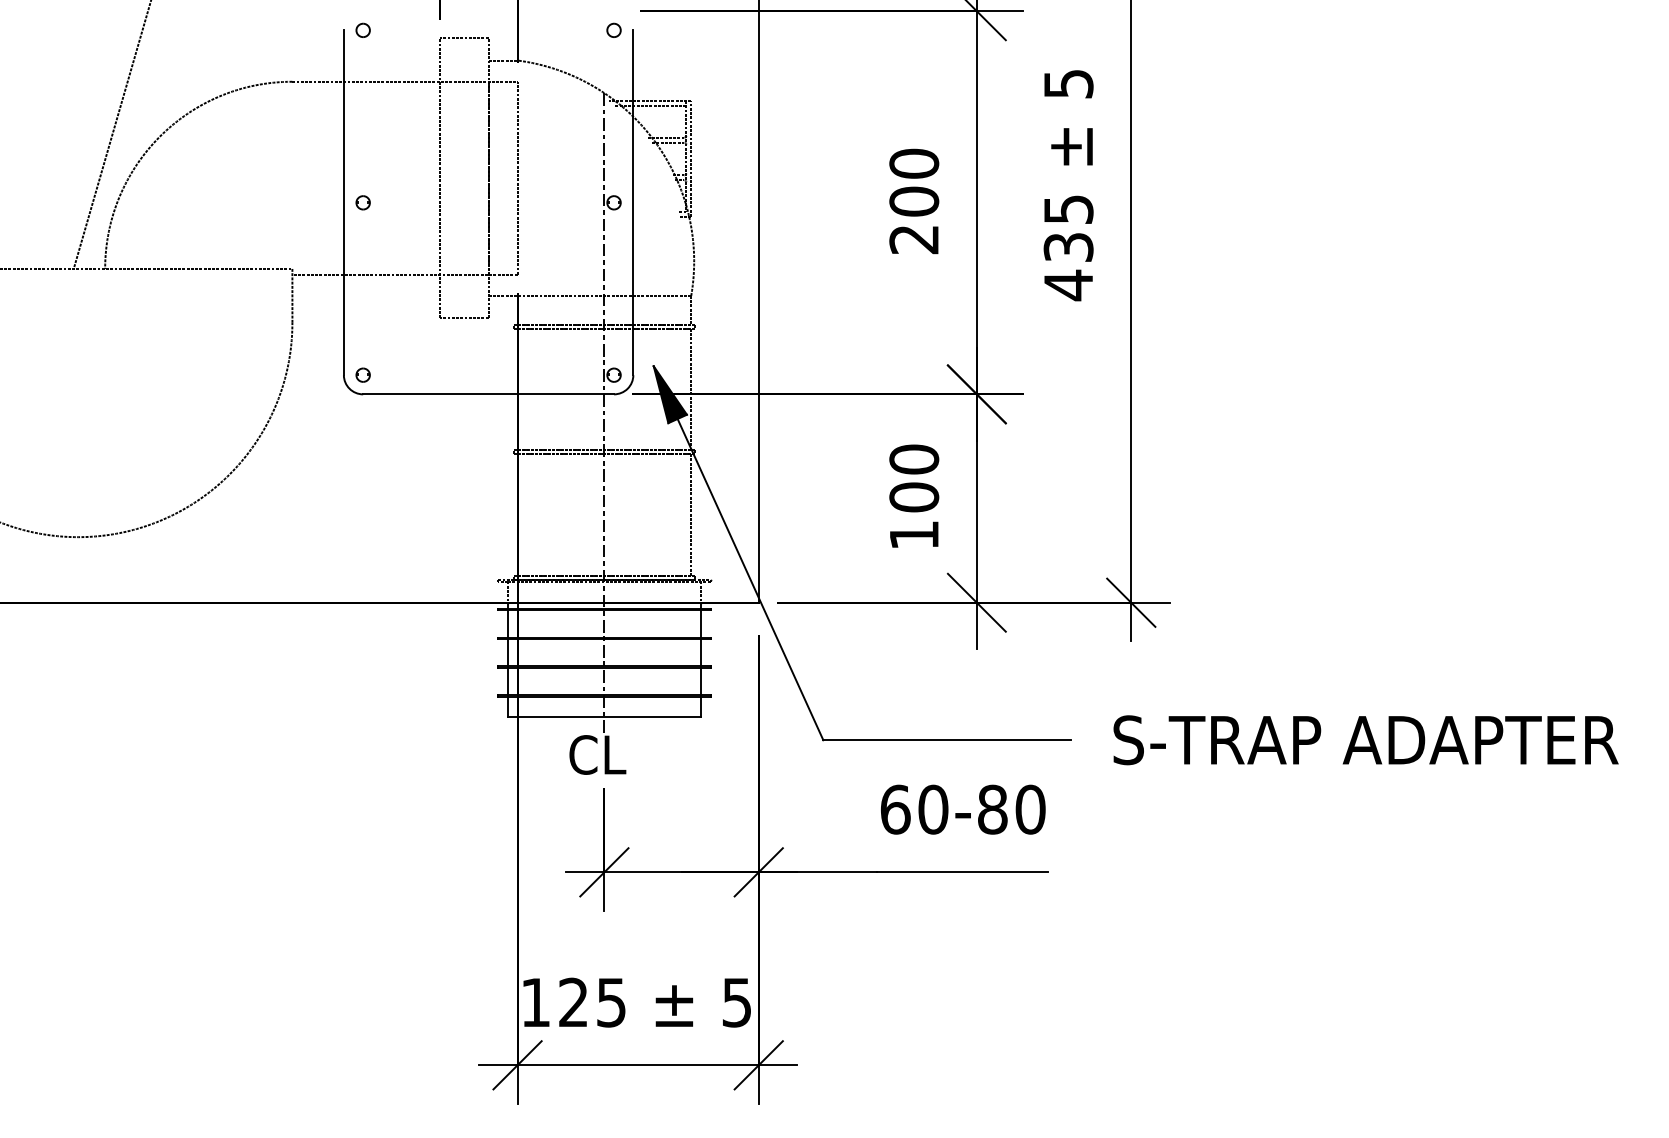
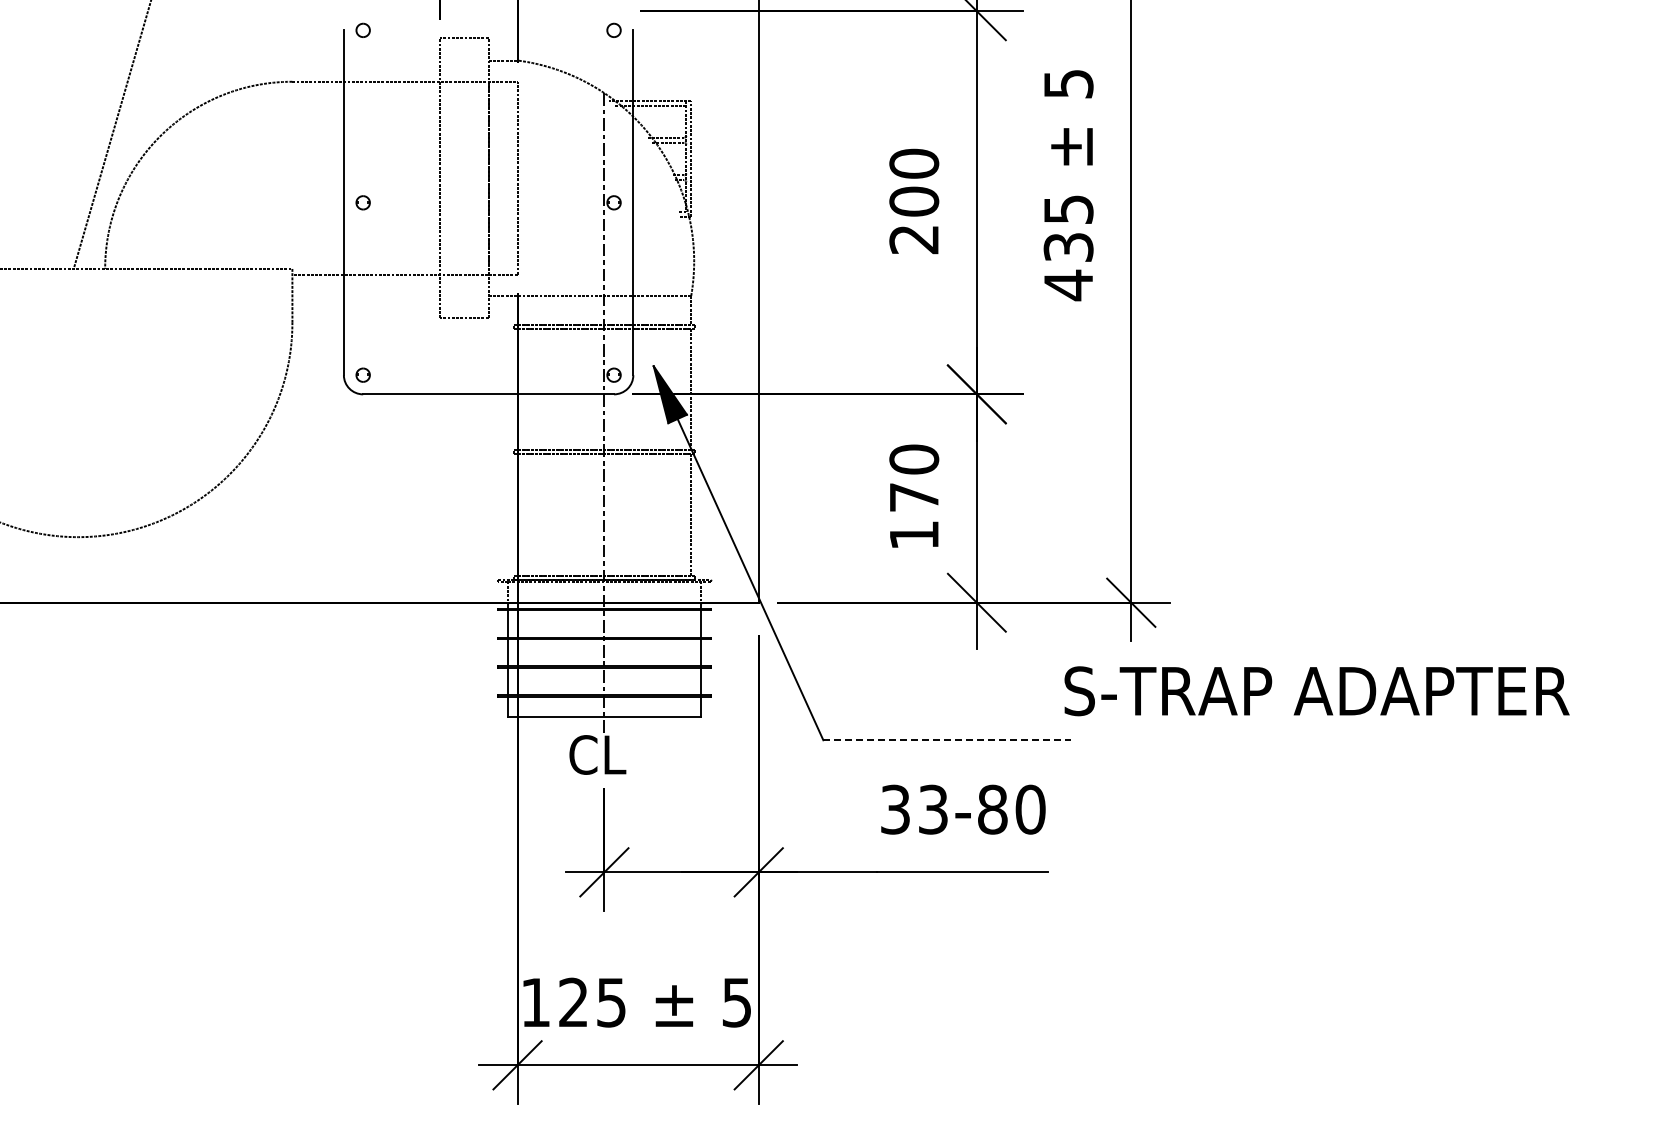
text at (914, 497): 100 -> 170
line at (947, 740): solid -> dashed
text at (1365, 740) position: (1365, 740) -> (1316, 691)
text at (914, 809): 60-80 -> 33-80
